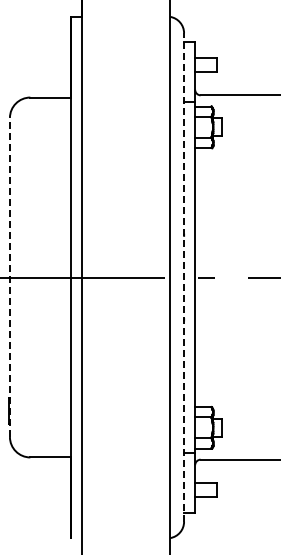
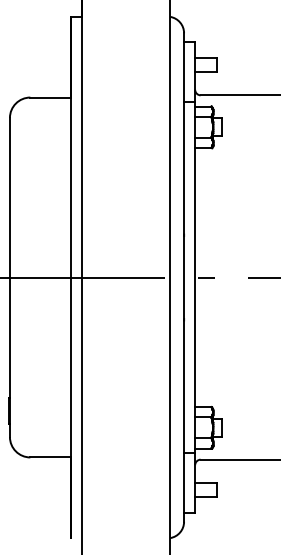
line at (9, 277): dashed -> solid
line at (184, 277): dashed -> solid
